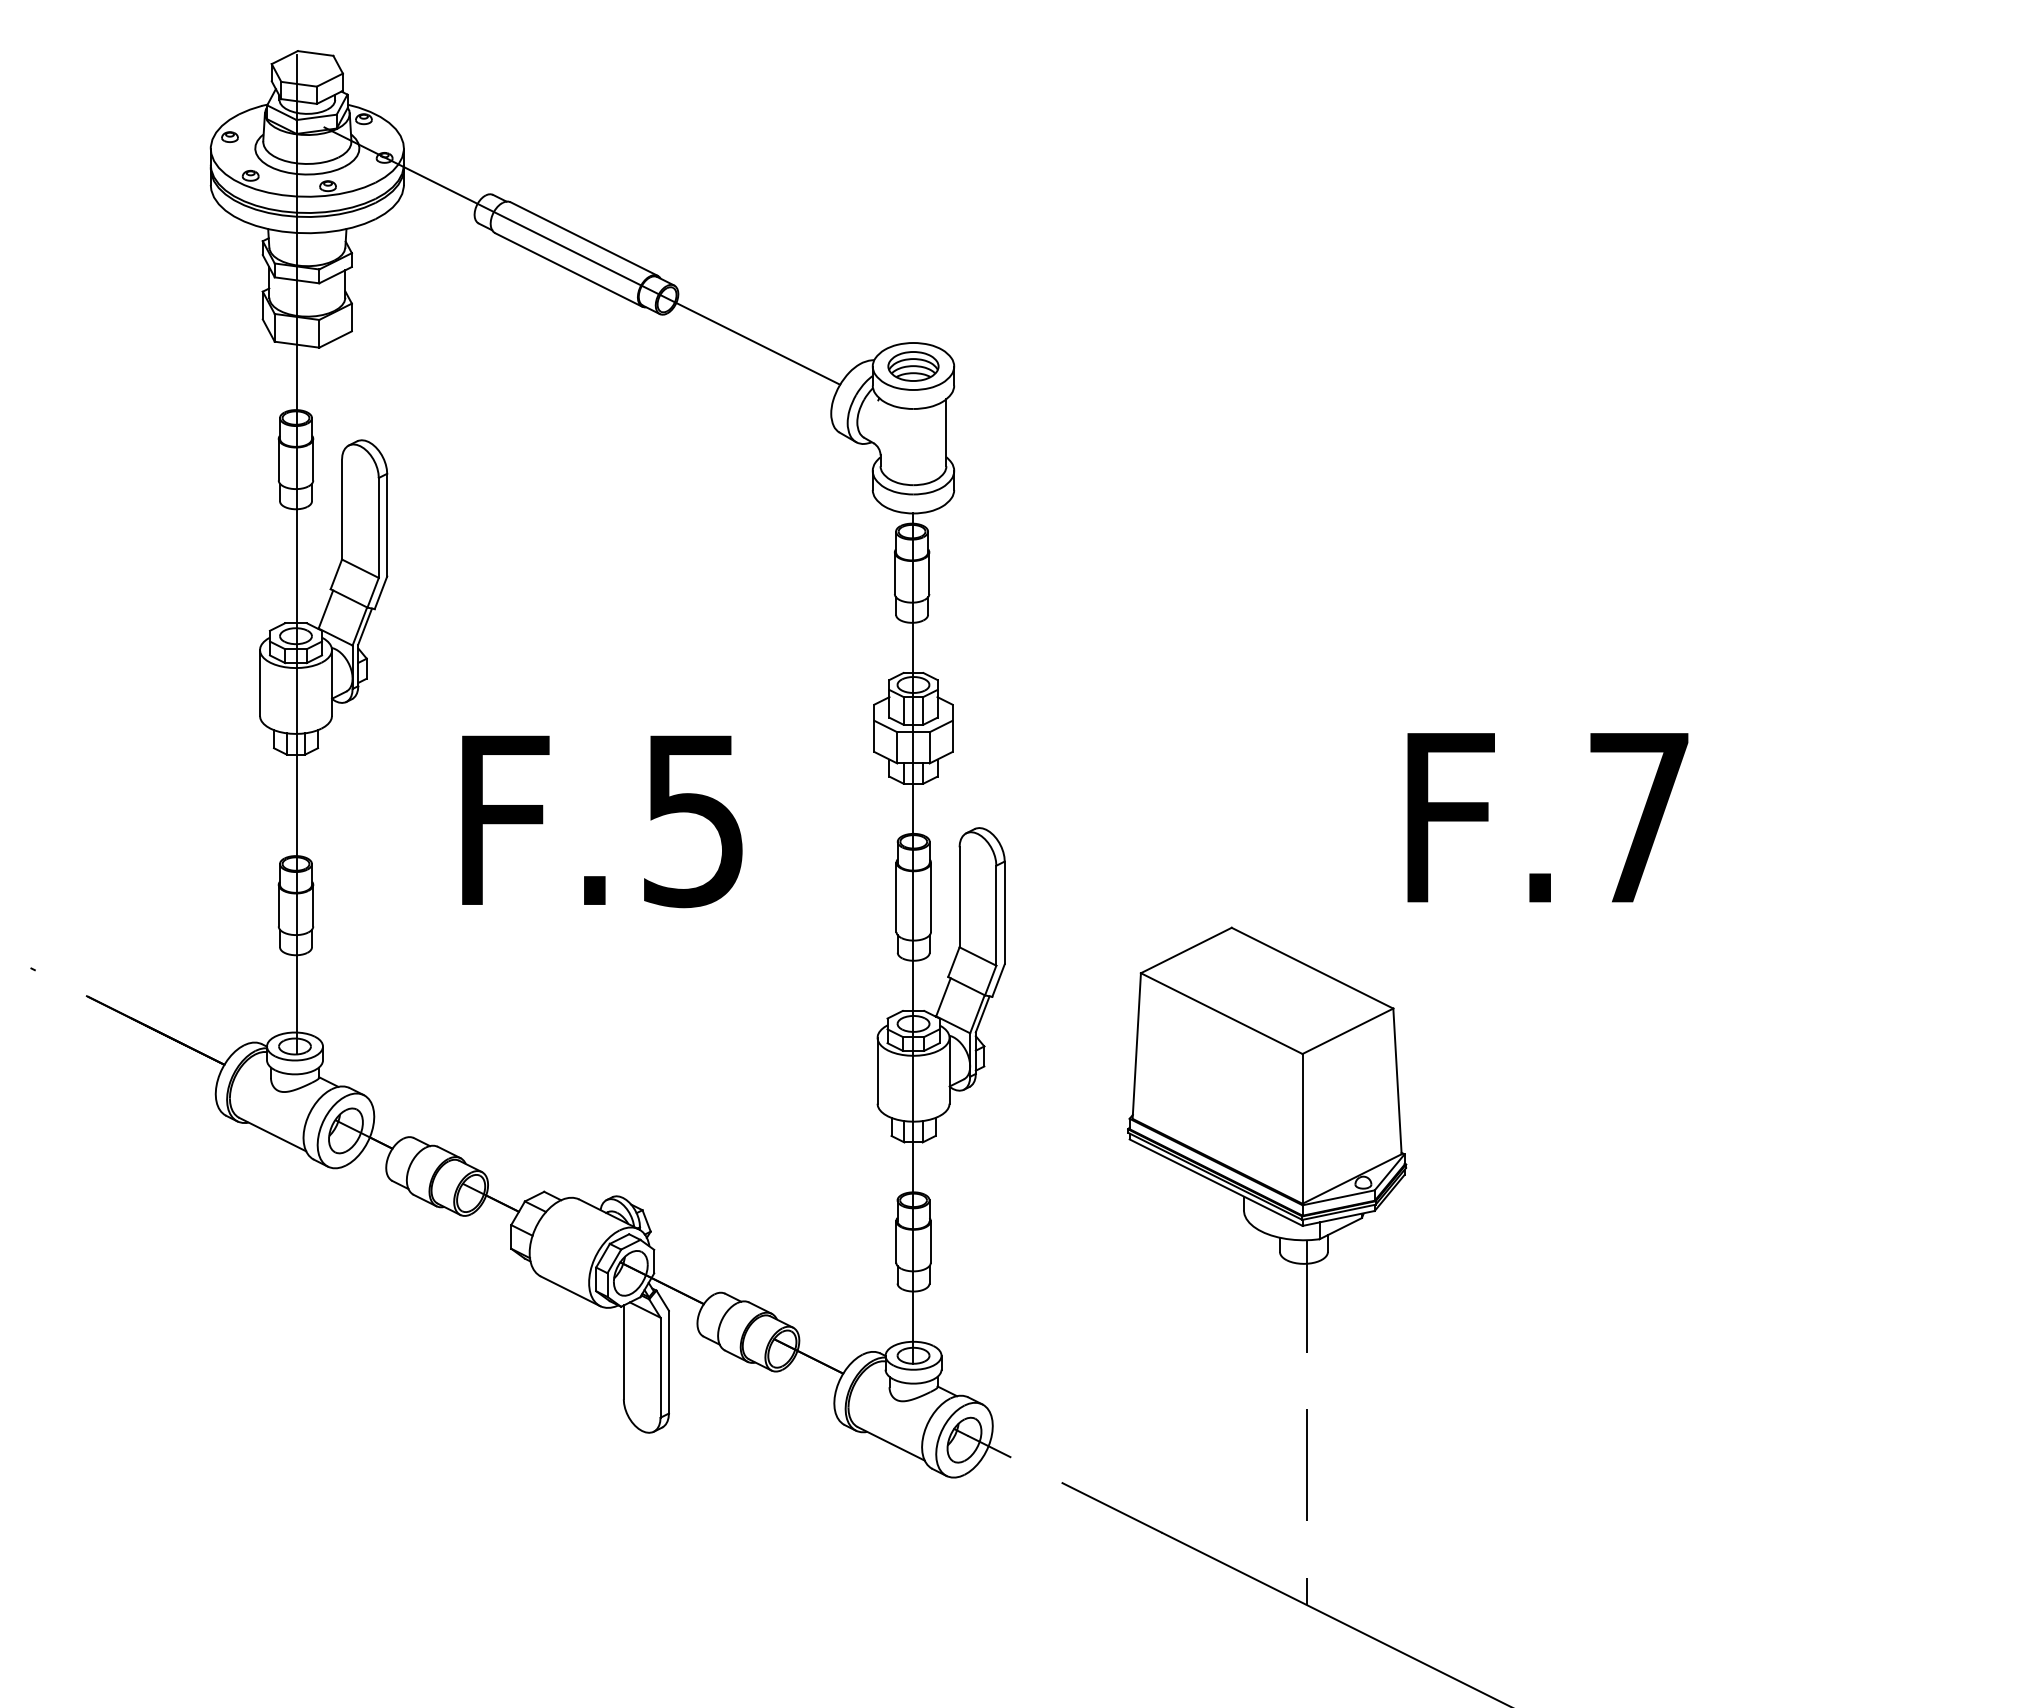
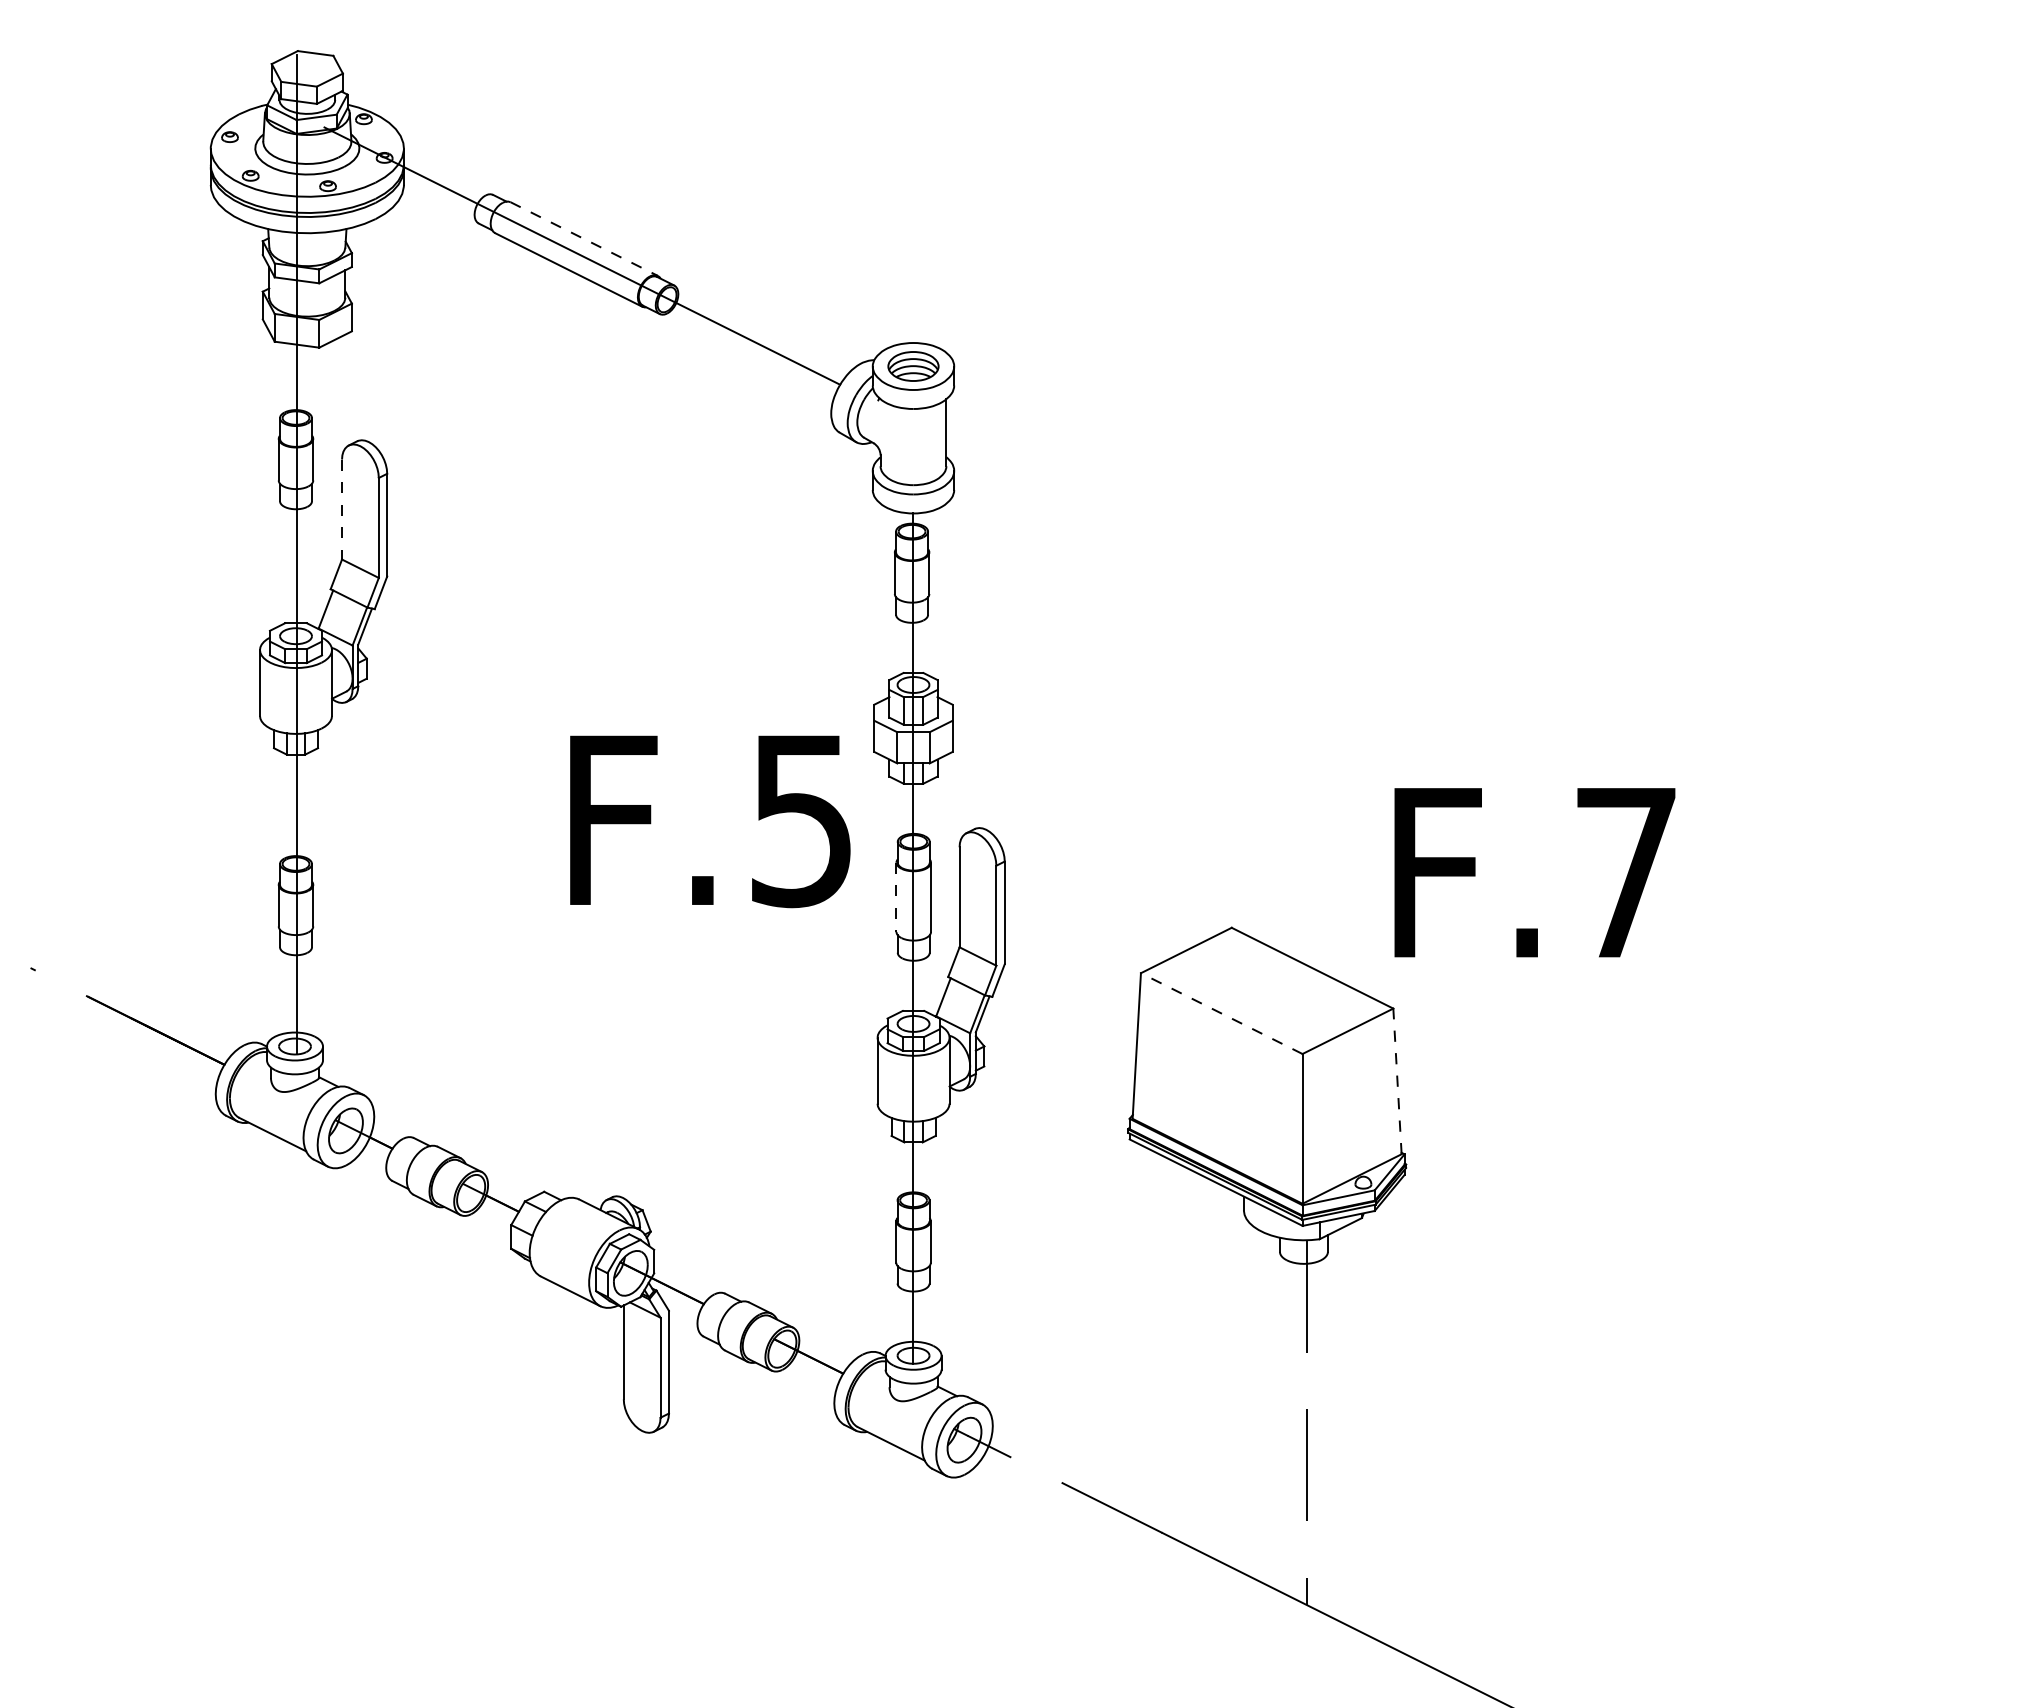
line at (584, 239): solid -> dashed
line at (342, 509): solid -> dashed
text at (1547, 817) position: (1547, 817) -> (1534, 872)
text at (602, 821) position: (602, 821) -> (710, 821)
line at (896, 897): solid -> dashed
line at (1221, 1013): solid -> dashed
line at (1397, 1081): solid -> dashed
